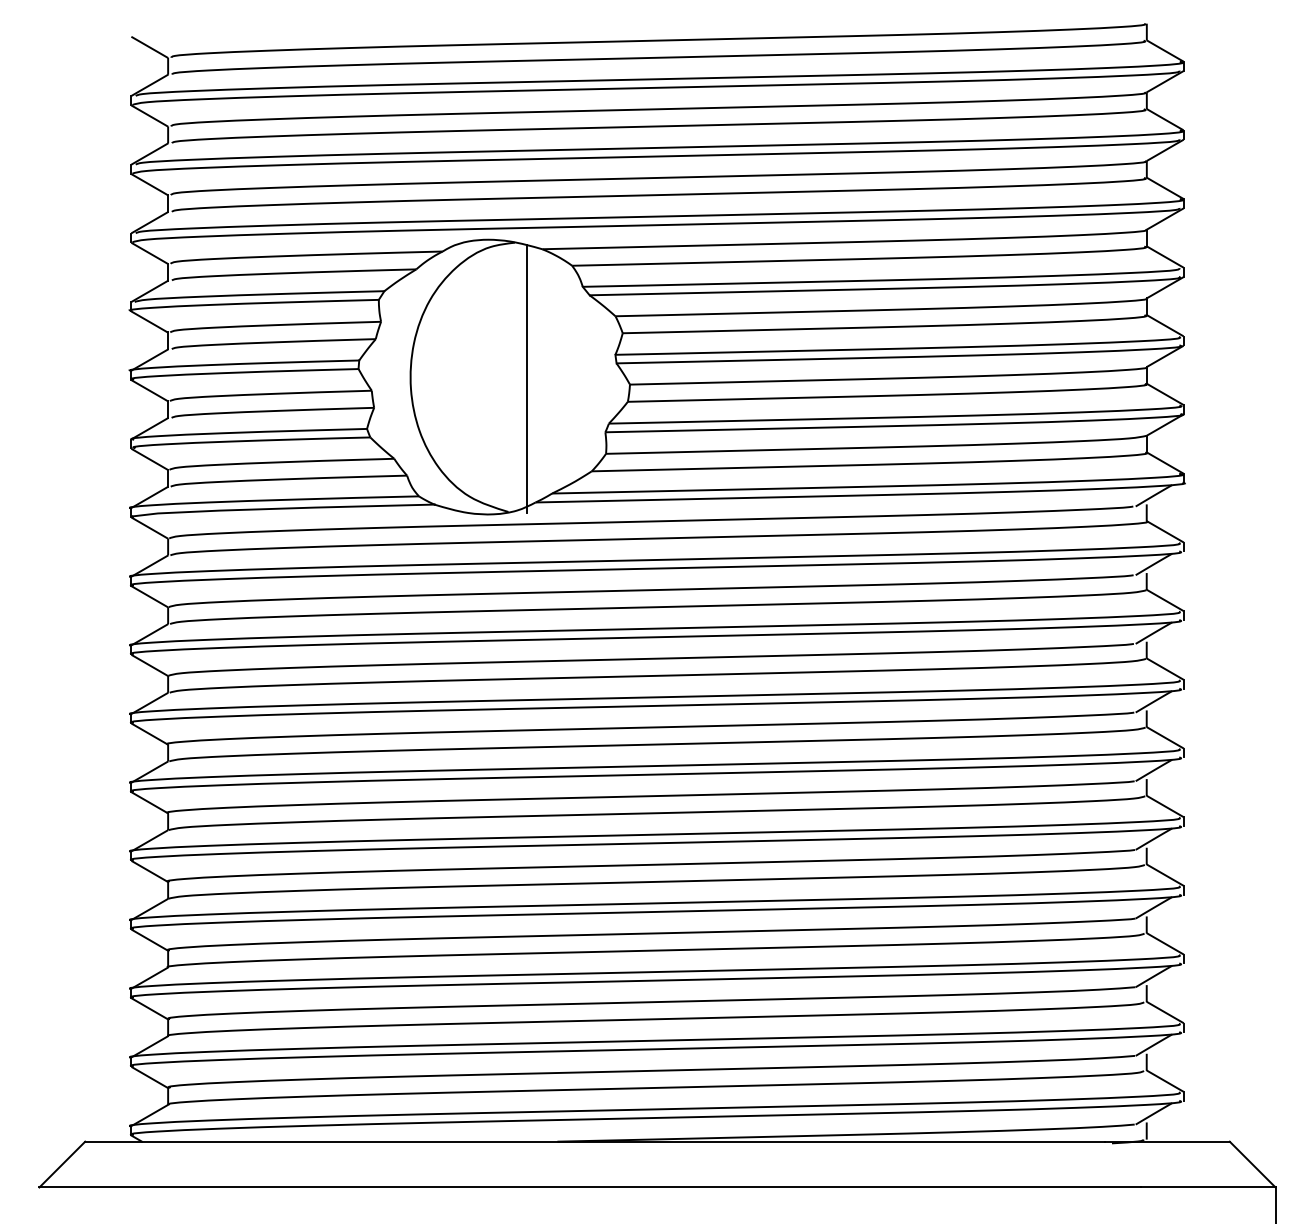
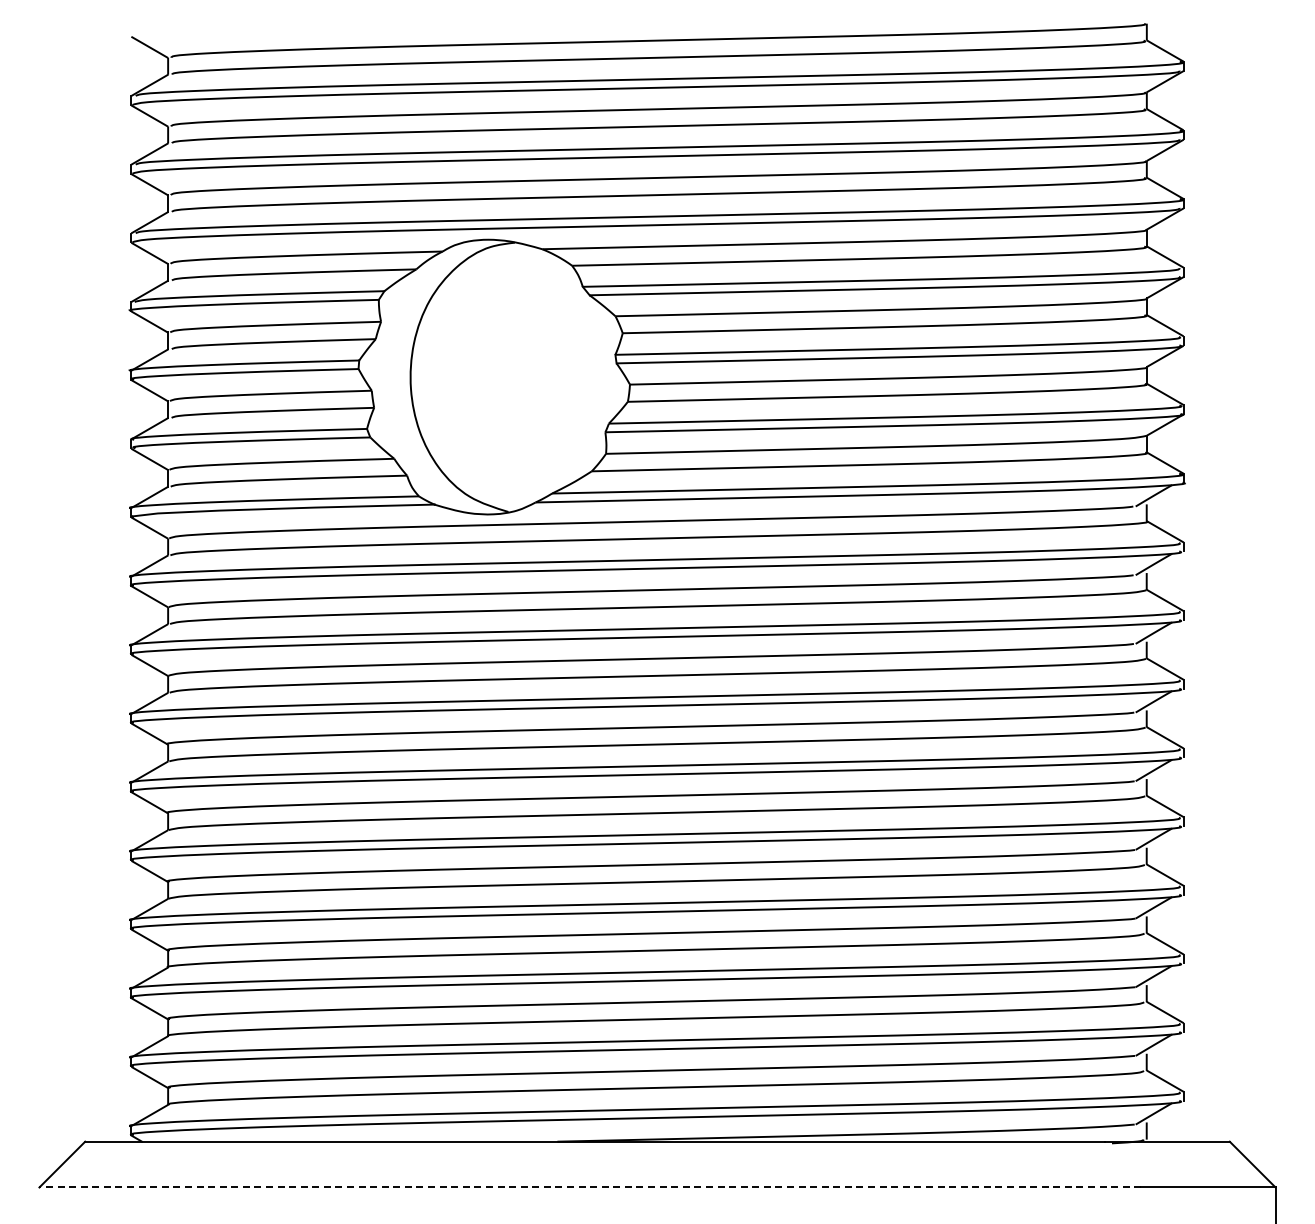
line at (526, 378): present -> none
line at (590, 1187): solid -> dashed
